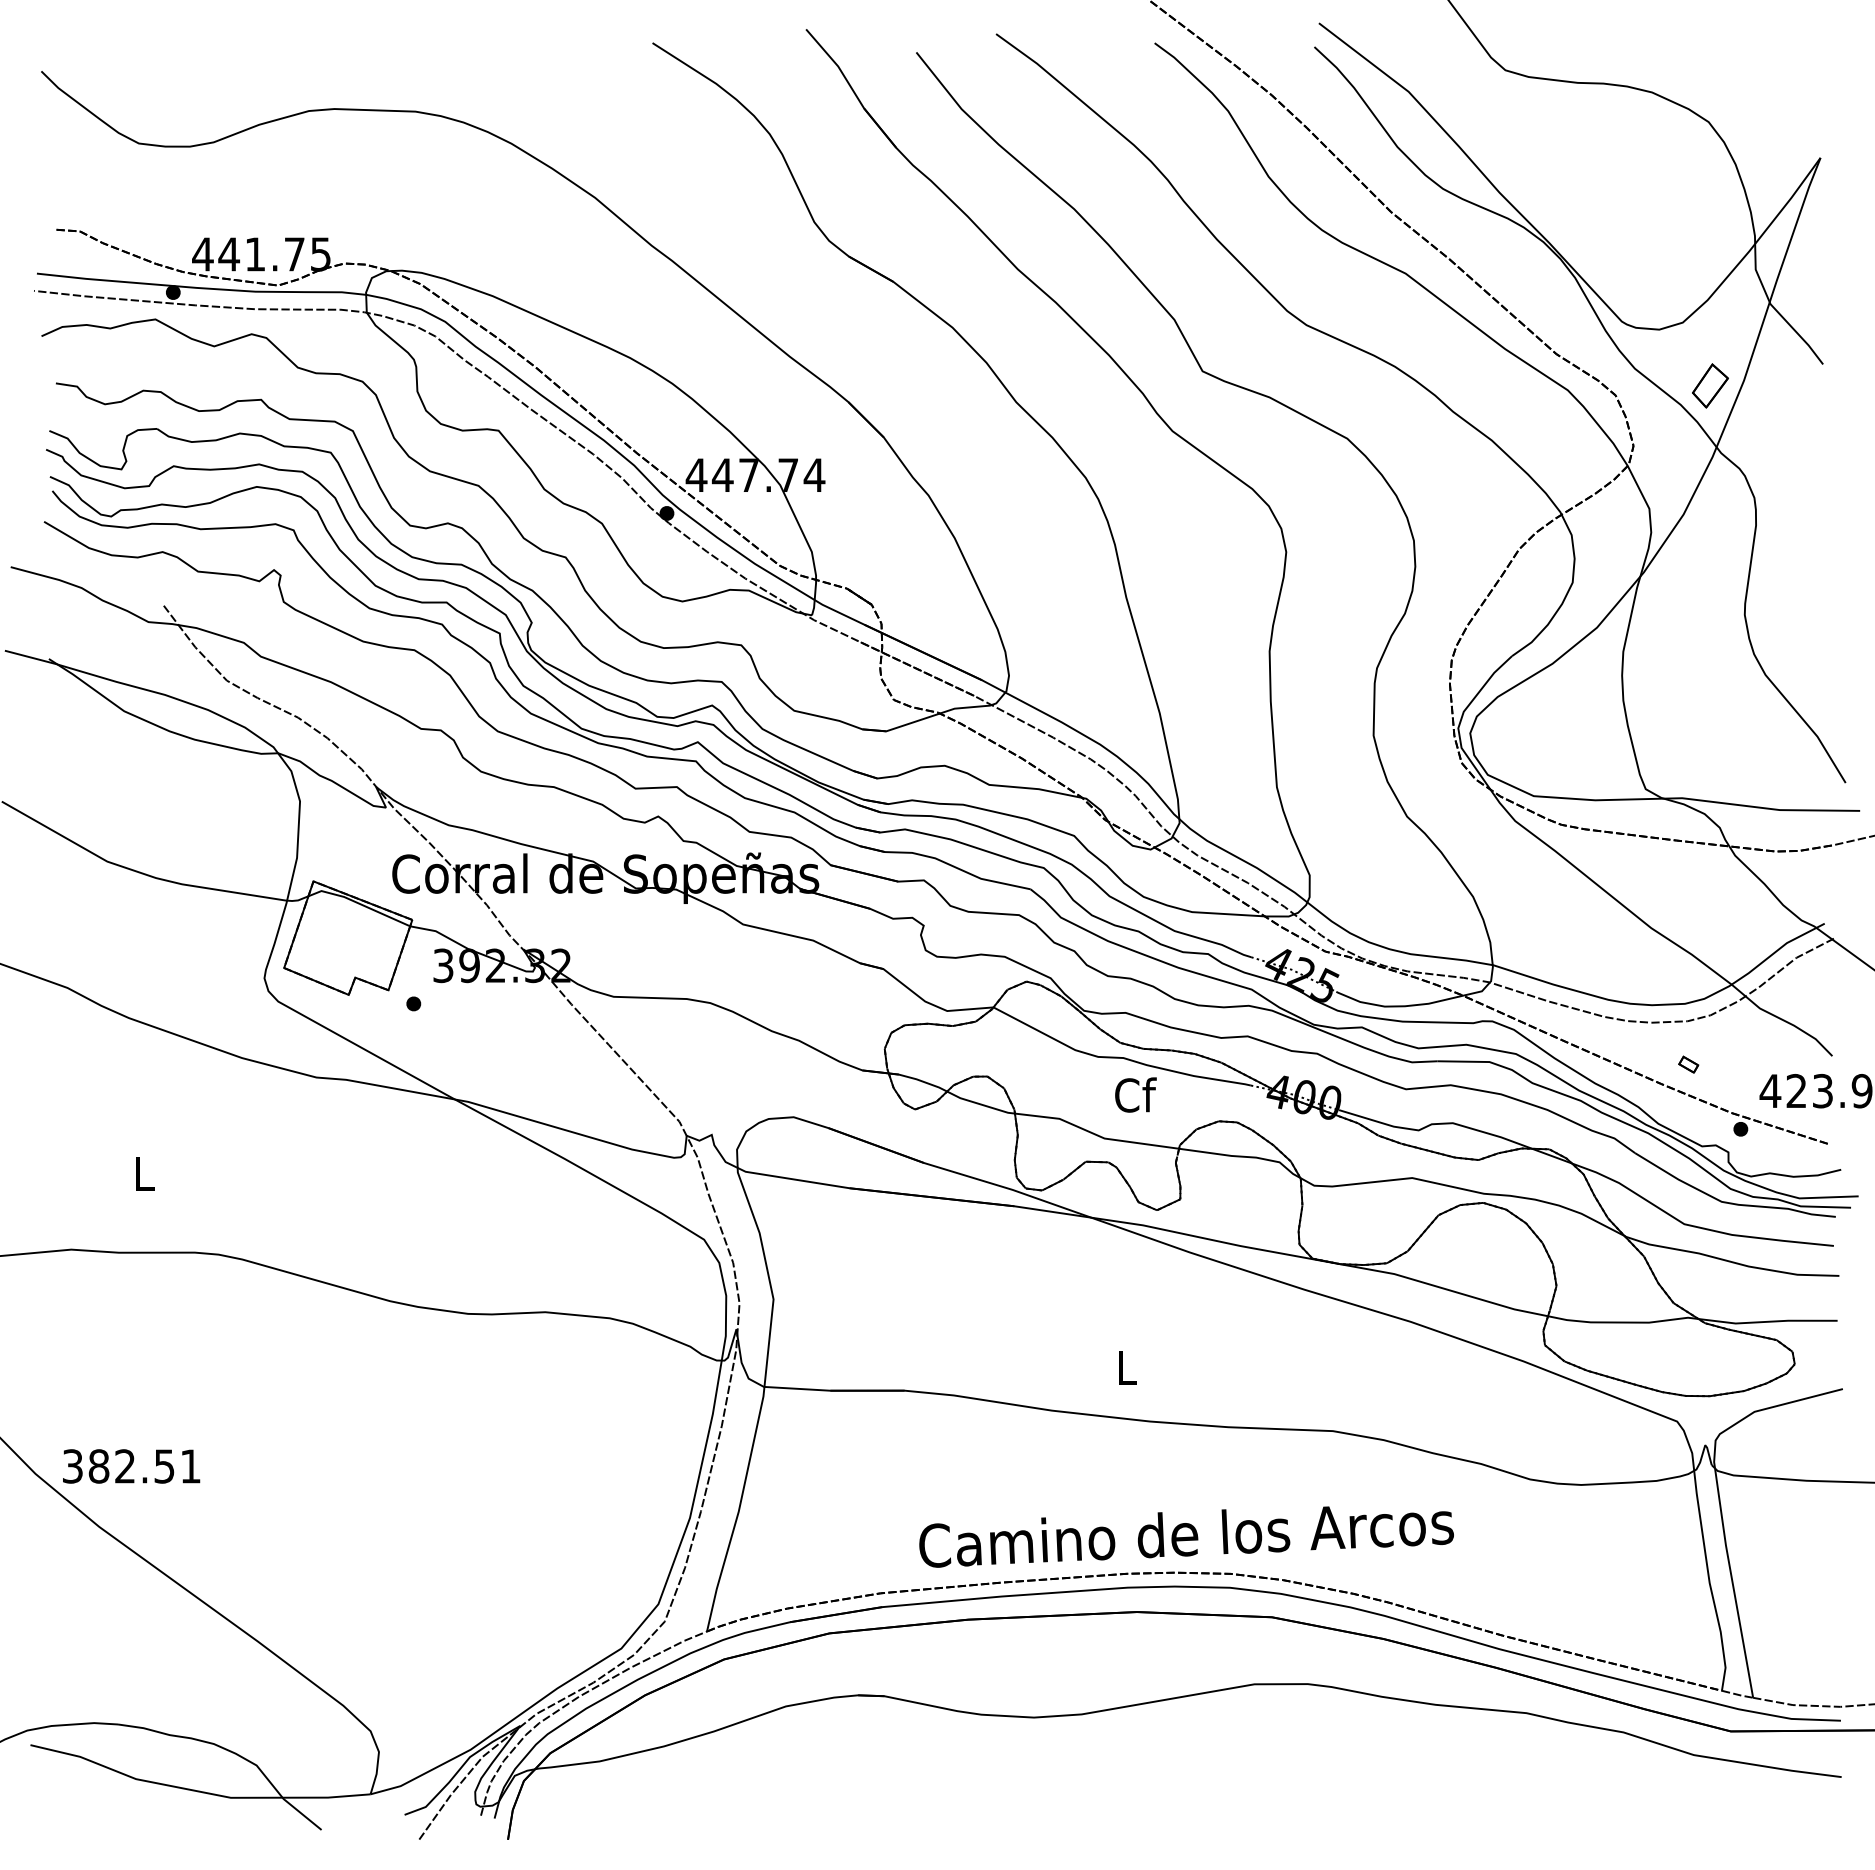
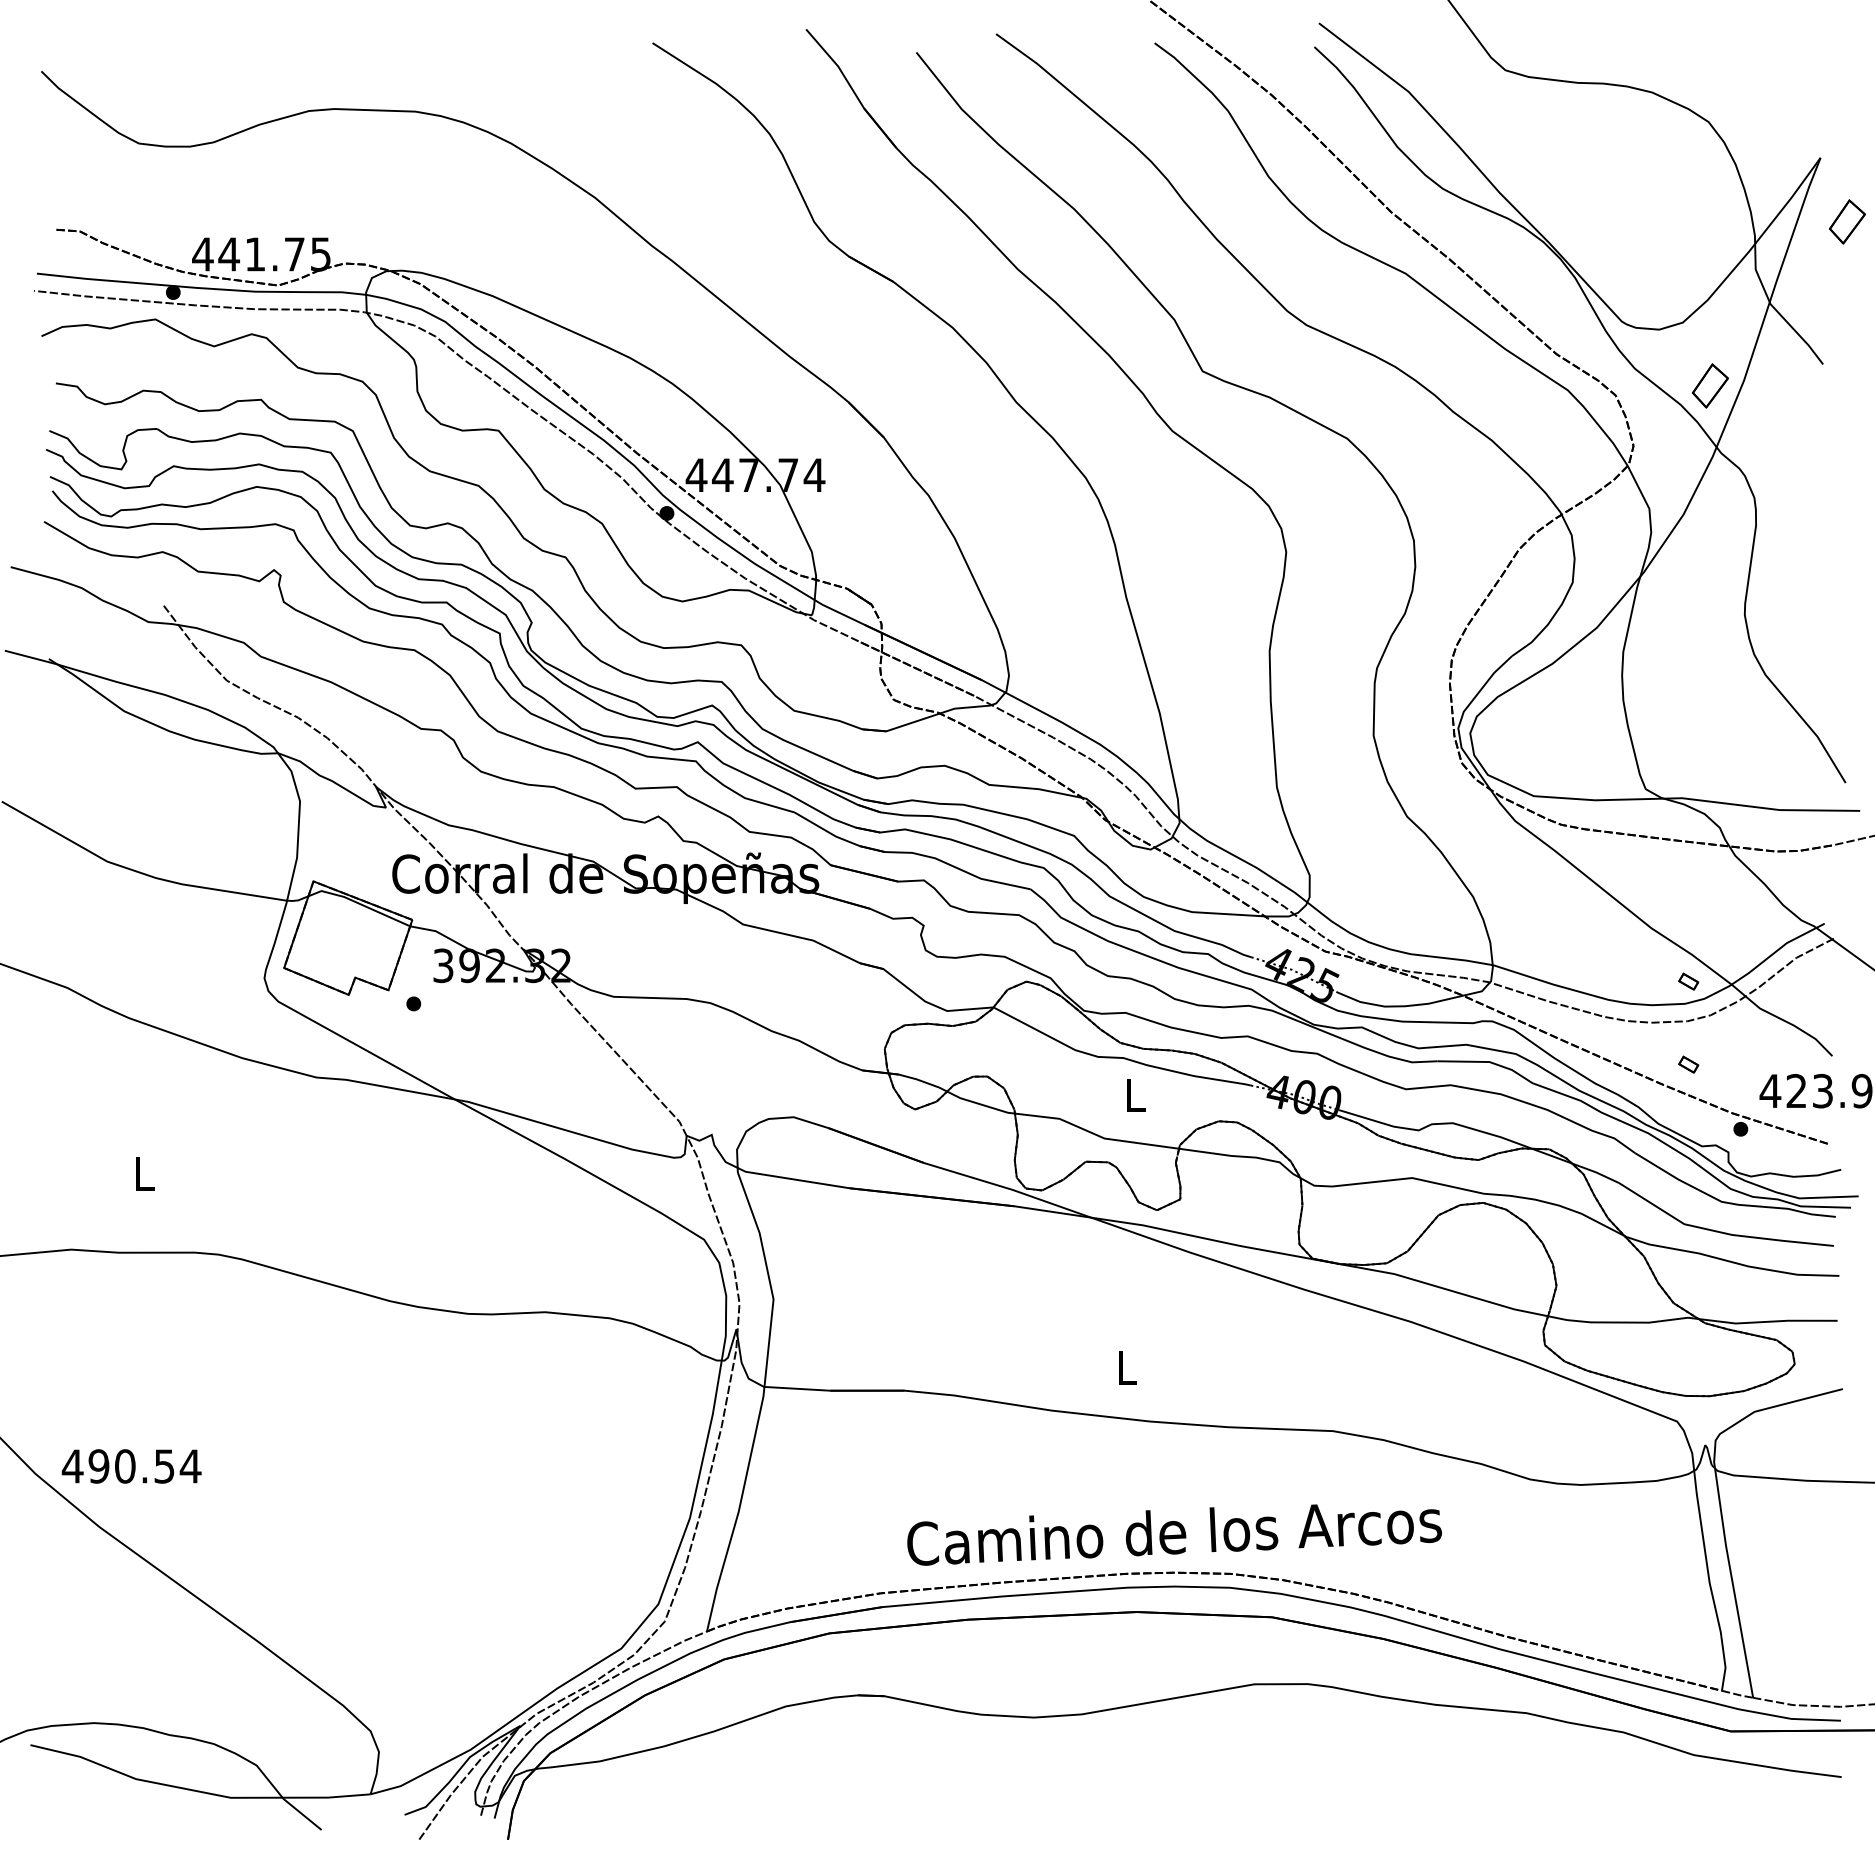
part at (1847, 221): none -> present
part at (1688, 981): none -> present
text at (1135, 1094): Cf -> L
text at (131, 1466): 382.51 -> 490.54
text at (1186, 1536) position: (1186, 1536) -> (1174, 1534)
